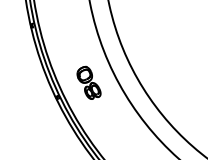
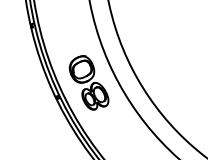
part at (88, 82) size: 26x35 px -> 42x56 px
